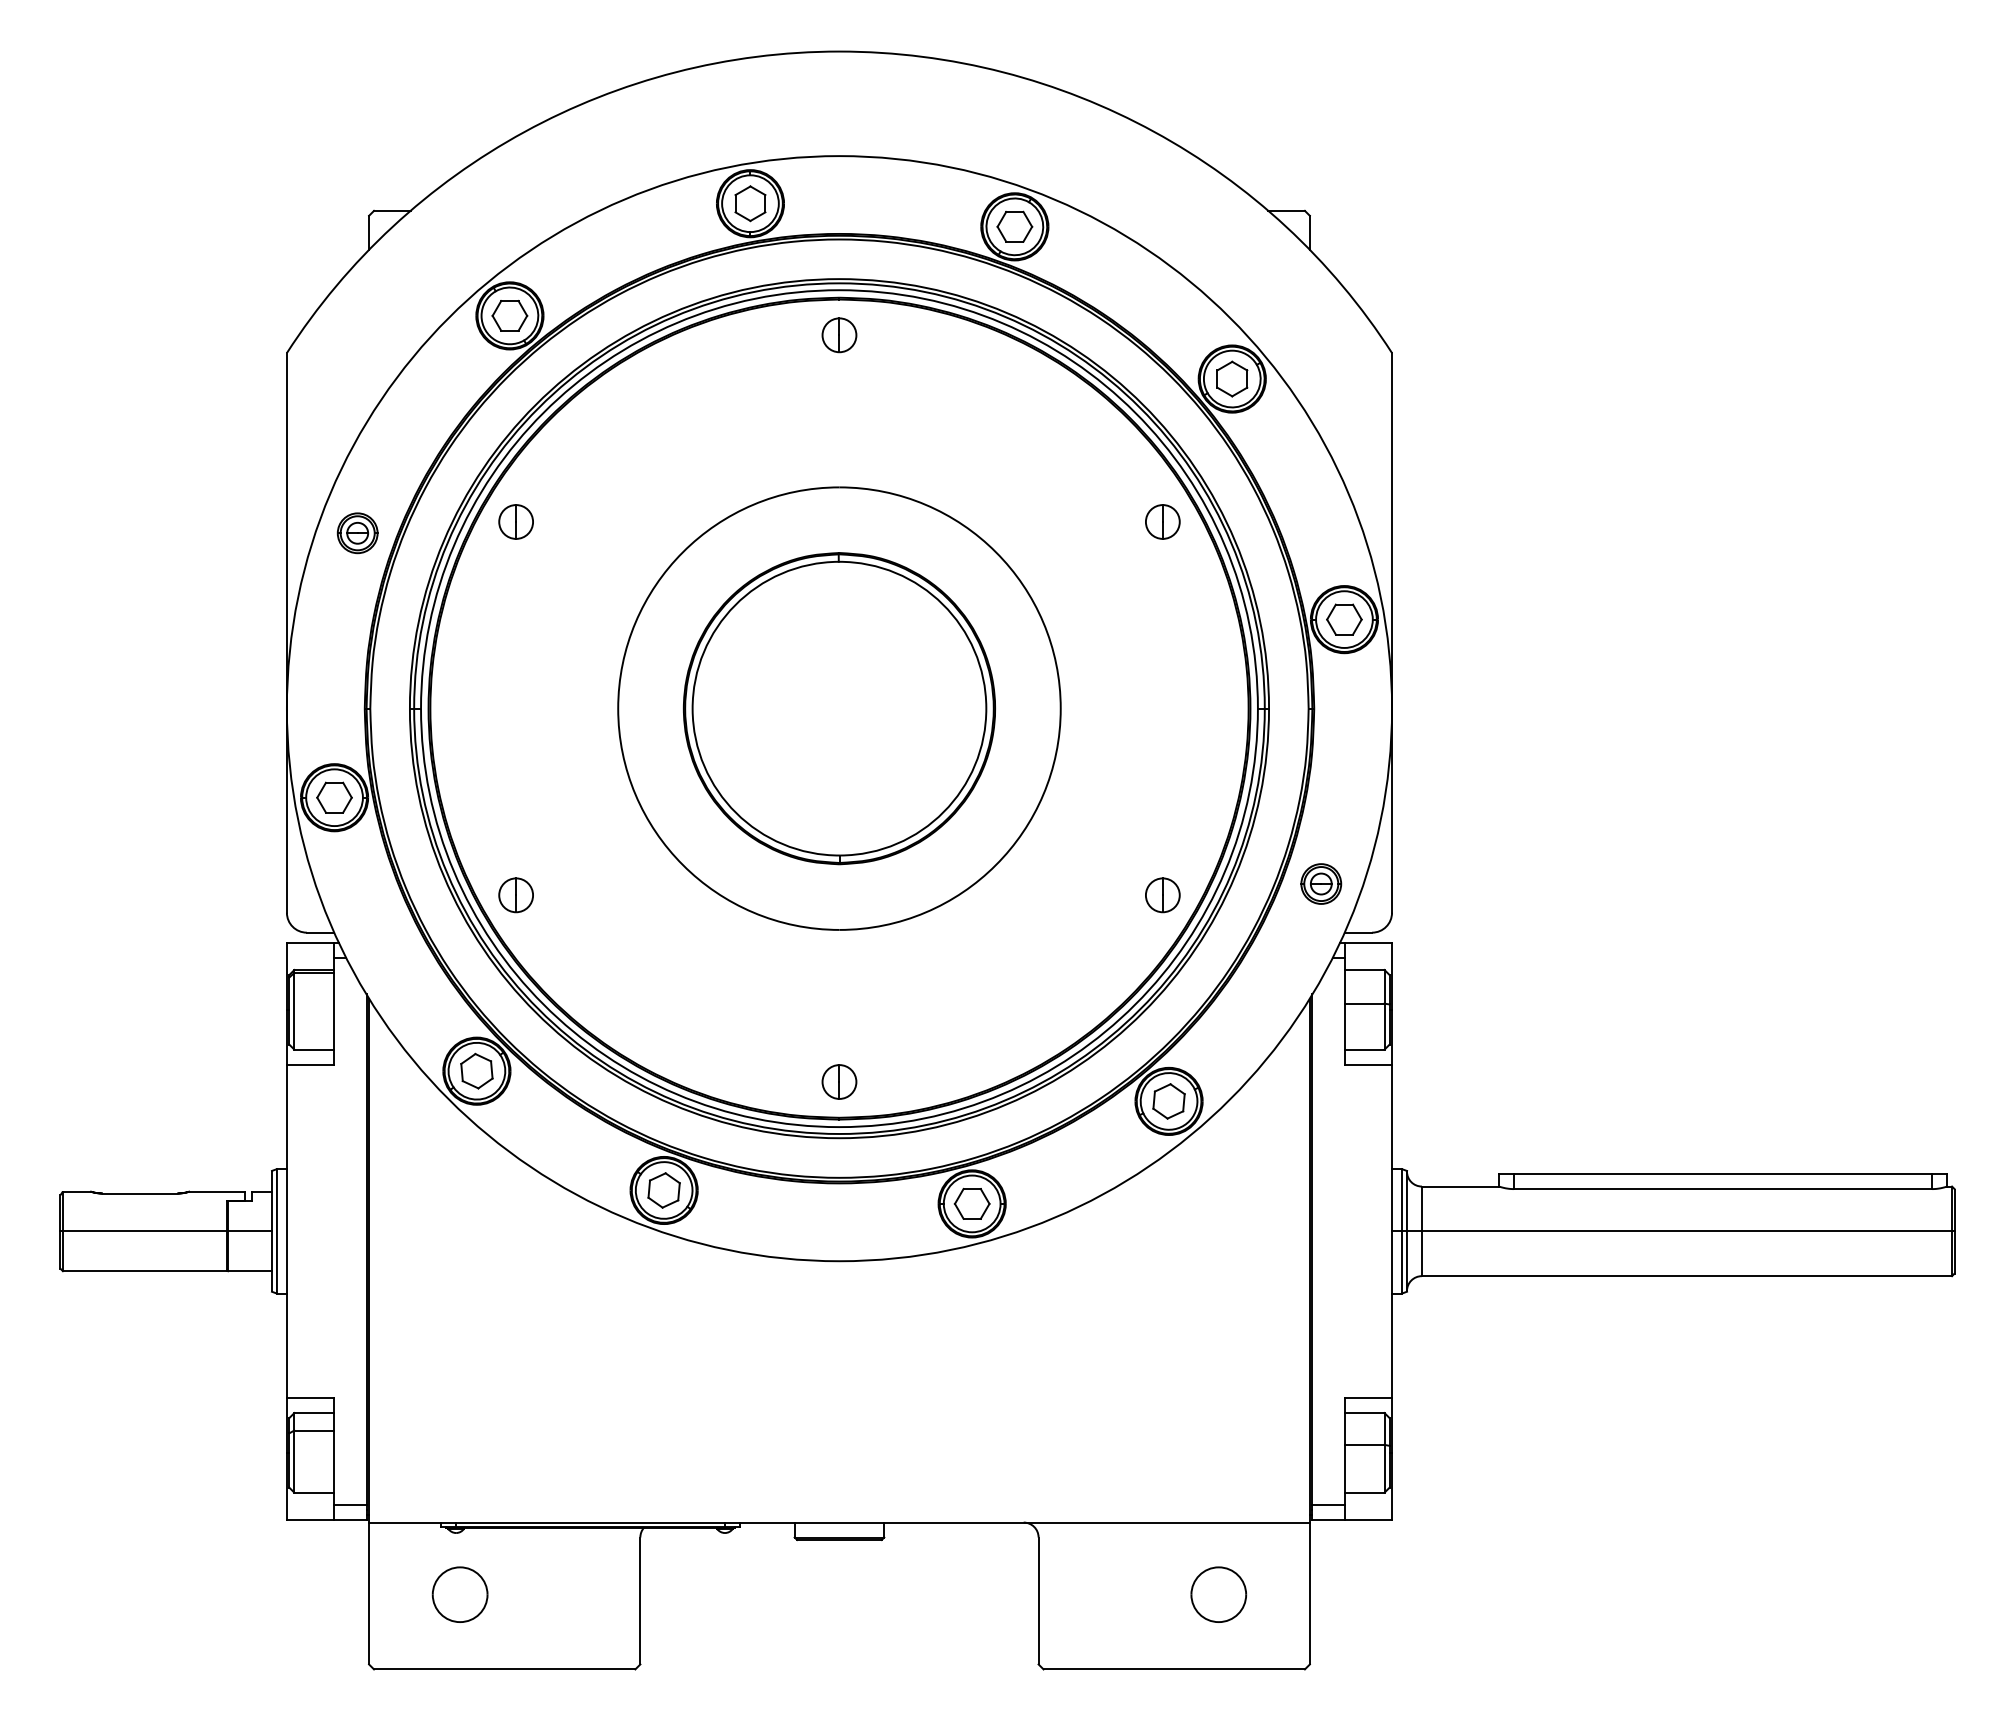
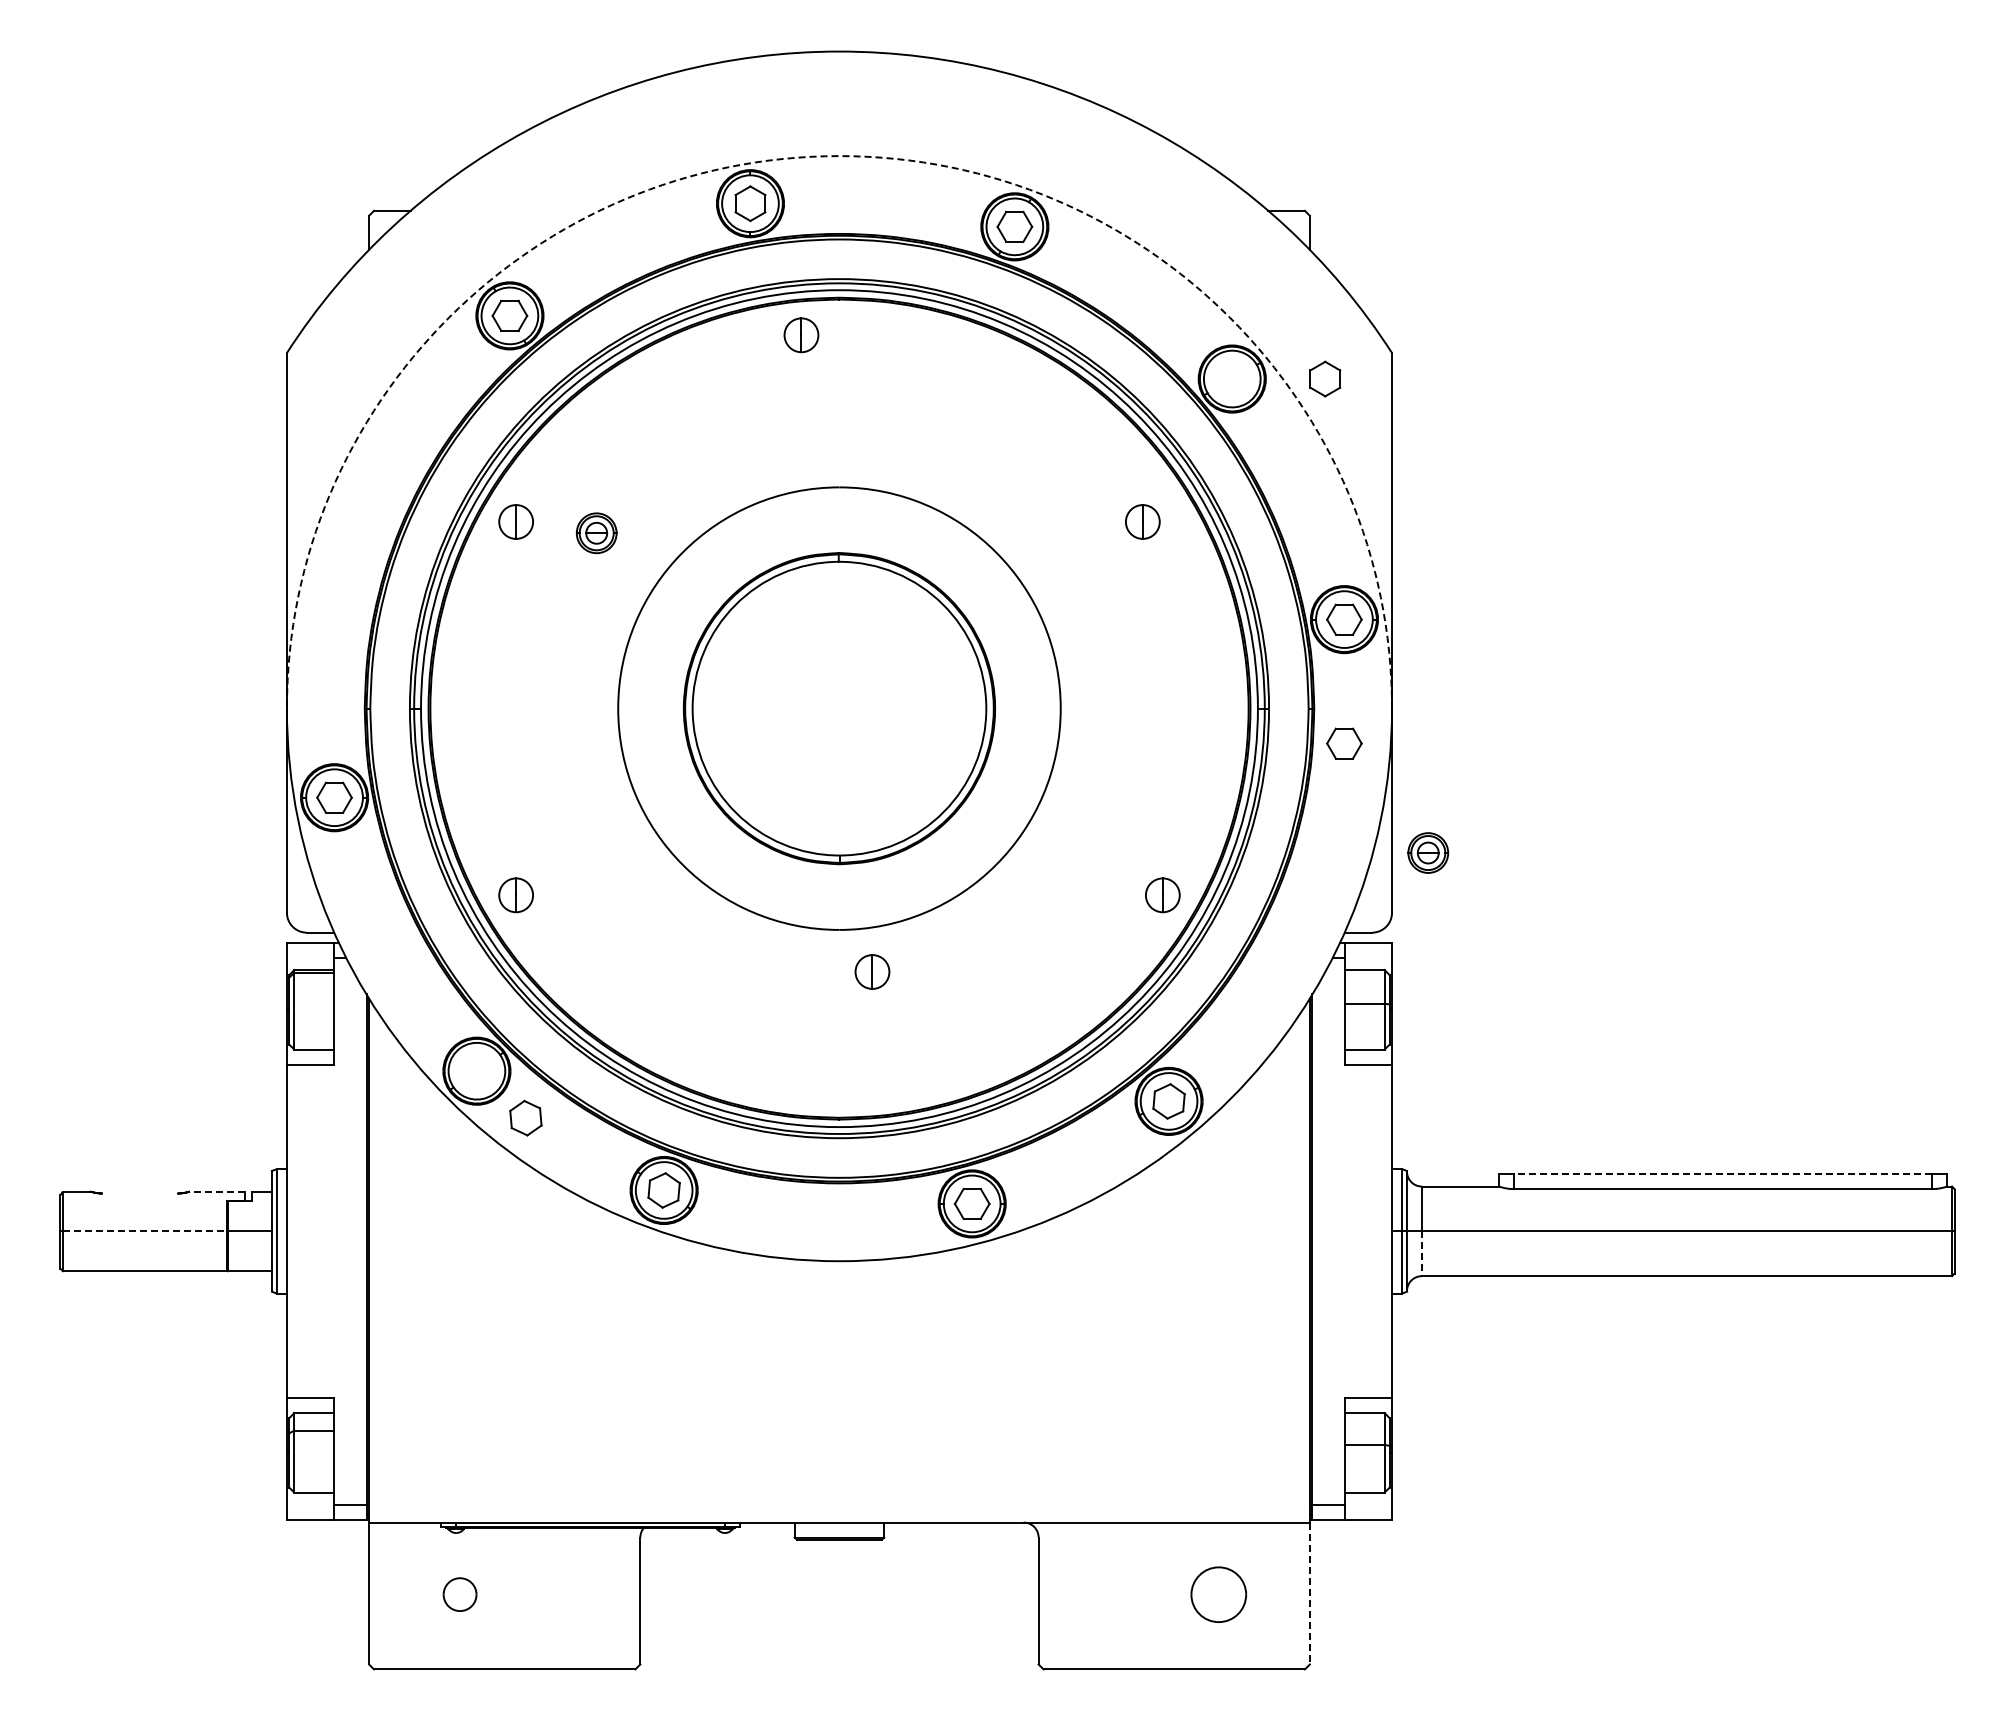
arc at (839, 156): solid -> dashed
part at (839, 335) position: (839, 335) -> (801, 335)
part at (1232, 378) position: (1232, 378) -> (1325, 378)
part at (1162, 521) position: (1162, 521) -> (1142, 521)
part at (357, 533) position: (357, 533) -> (596, 533)
part at (1344, 743): none -> present
part at (1321, 883) position: (1321, 883) -> (1428, 852)
part at (476, 1070) position: (476, 1070) -> (525, 1117)
part at (839, 1081) position: (839, 1081) -> (872, 971)
line at (1722, 1174): solid -> dashed
line at (216, 1191): solid -> dashed
line at (139, 1193): present -> none
line at (145, 1231): solid -> dashed
line at (1421, 1254): solid -> dashed
line at (1309, 1593): solid -> dashed
part at (459, 1594) size: 58x57 px -> 36x35 px
